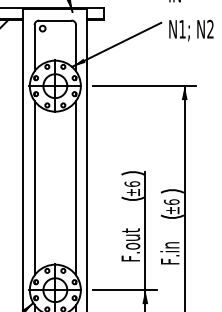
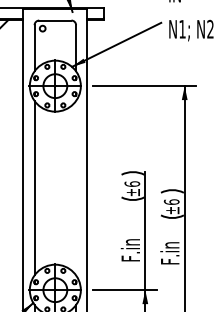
line at (76, 187): present -> none
text at (130, 238): F.out -> F.in
